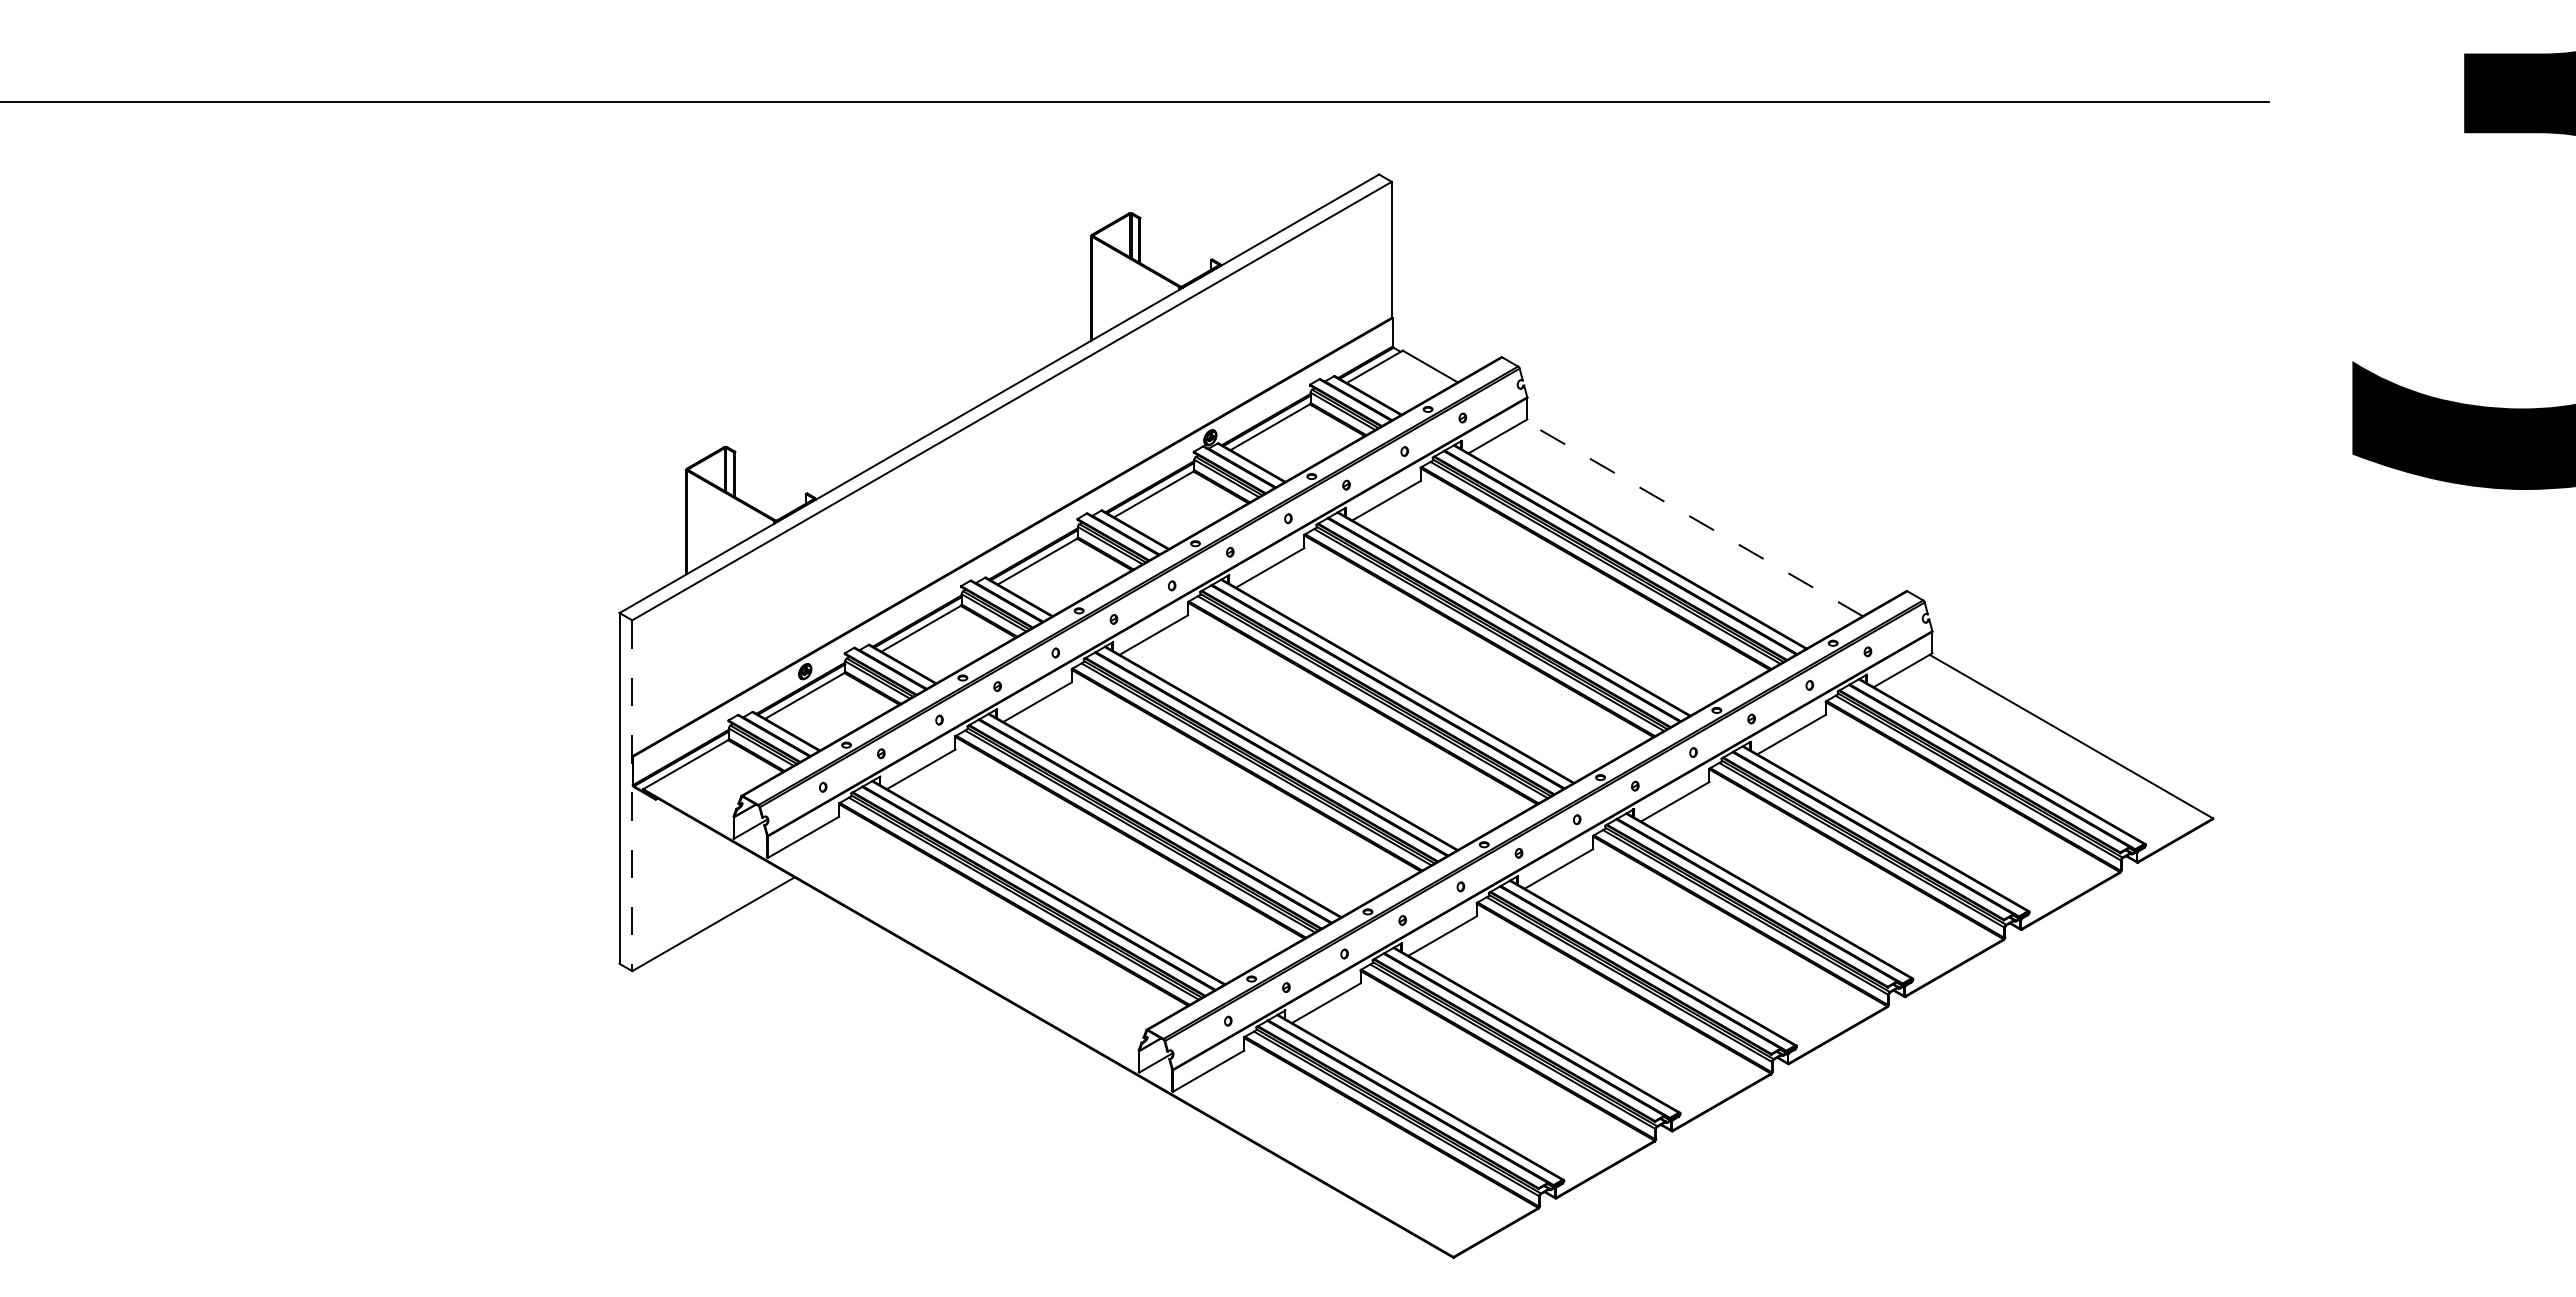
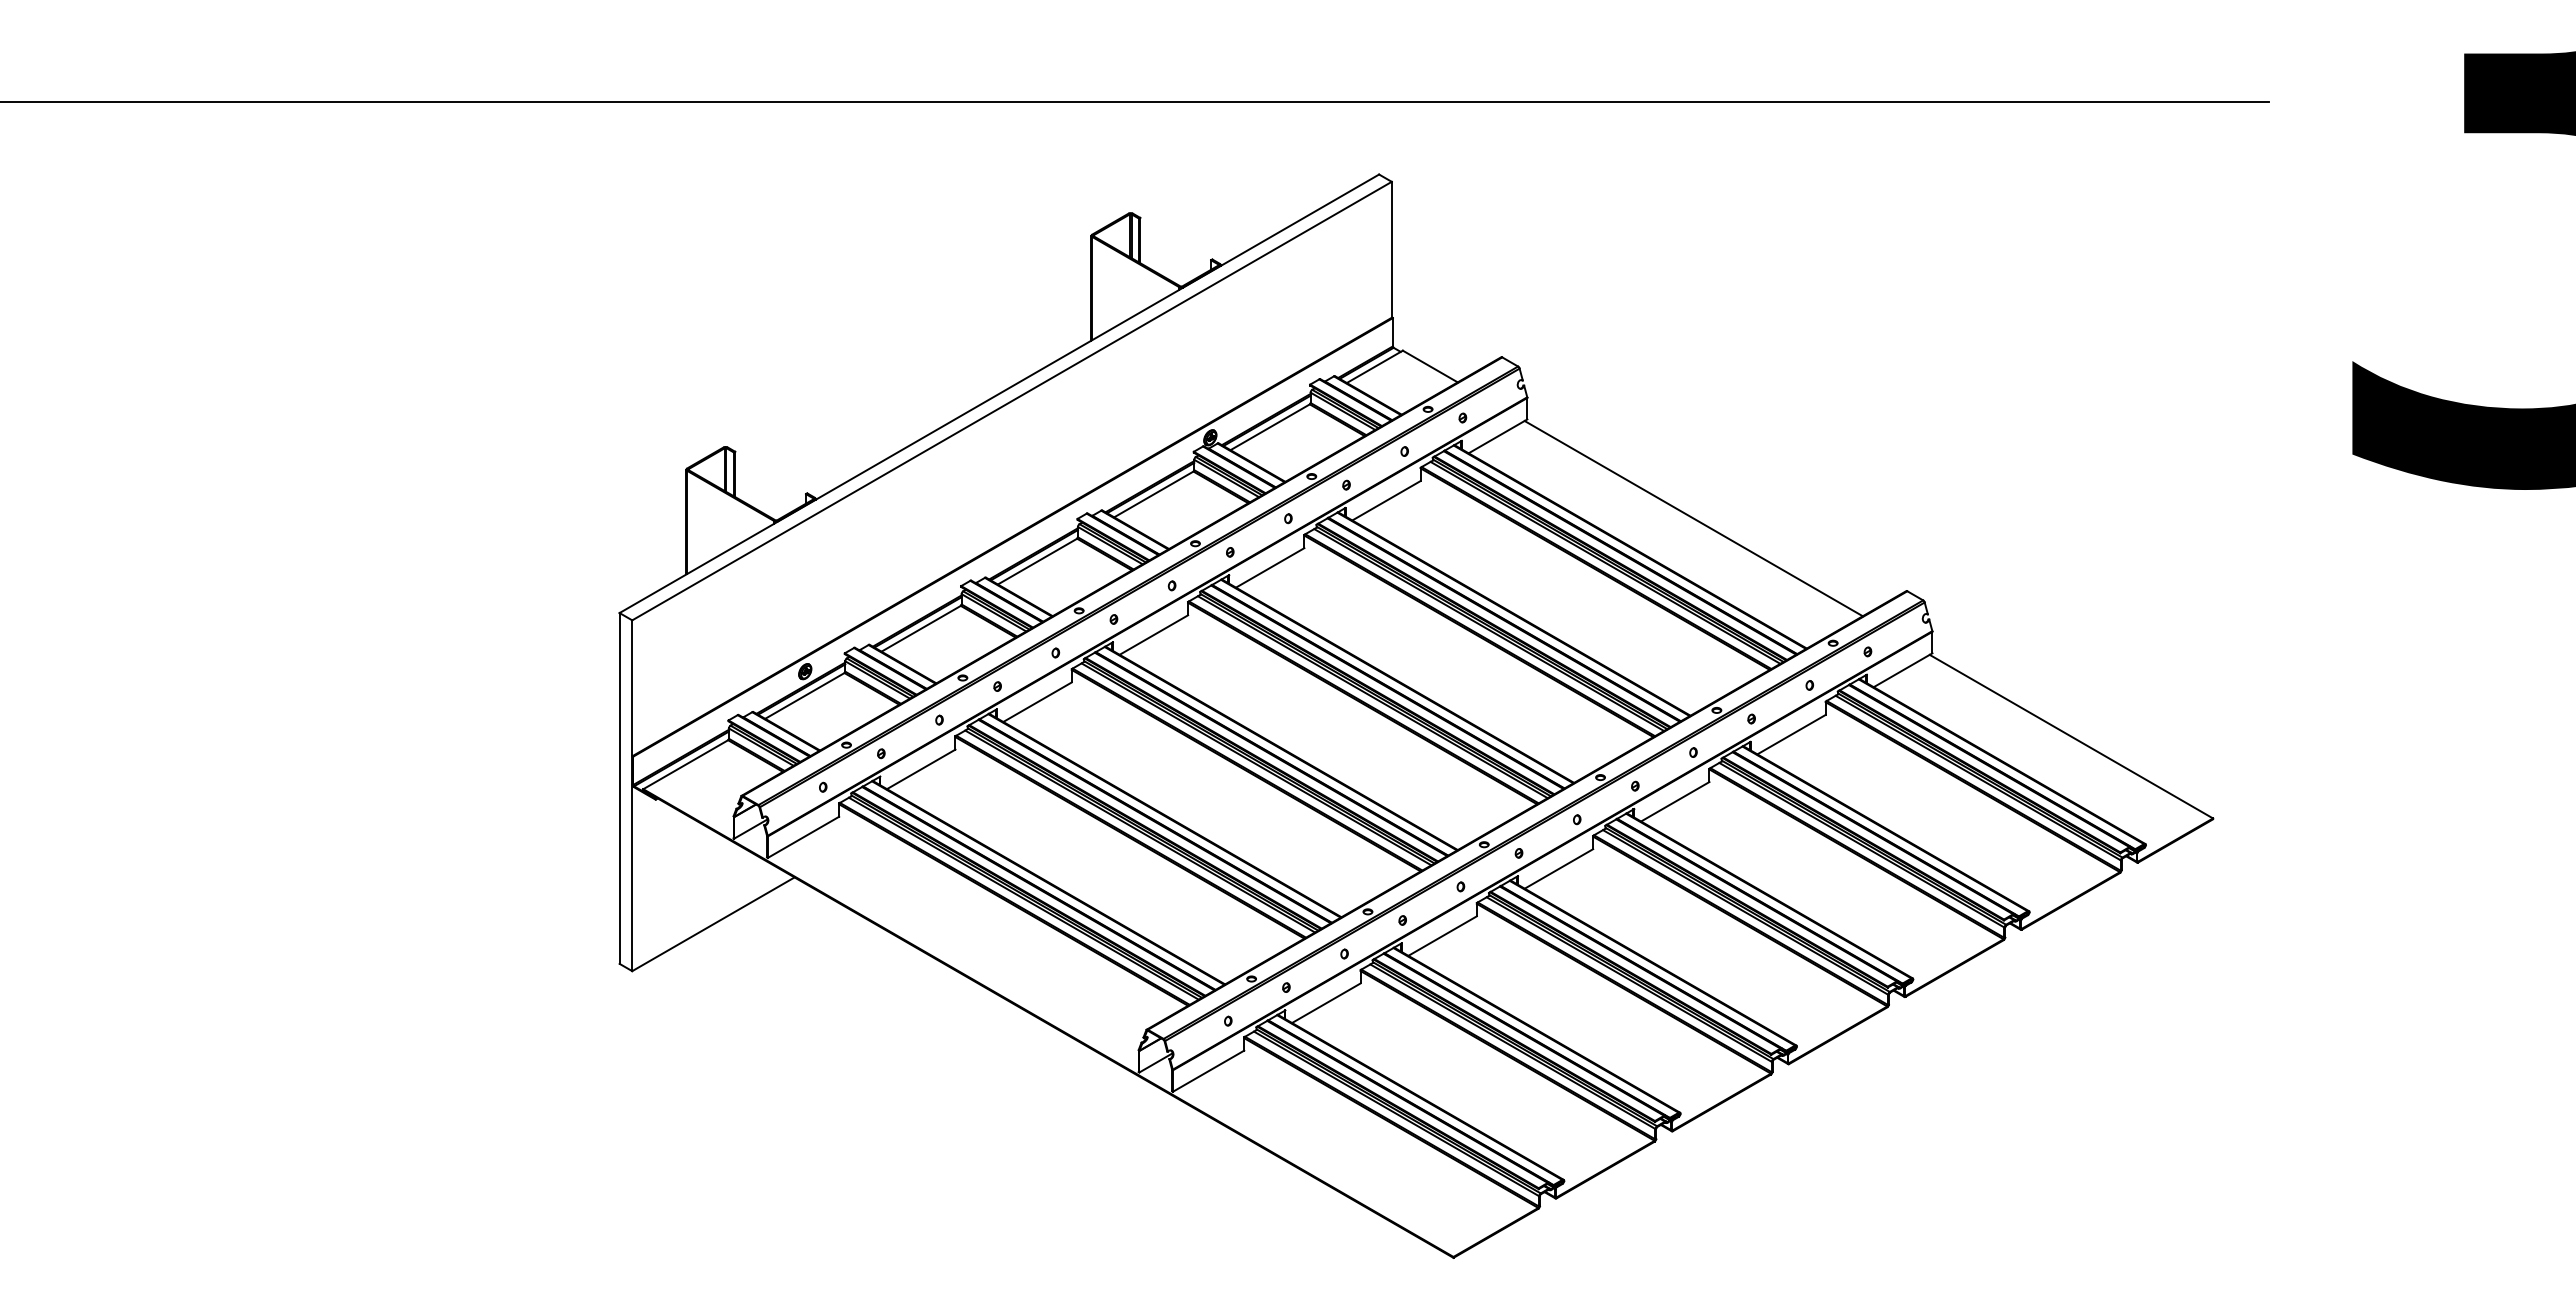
line at (1693, 518): dashed -> solid
line at (632, 796): dashed -> solid
